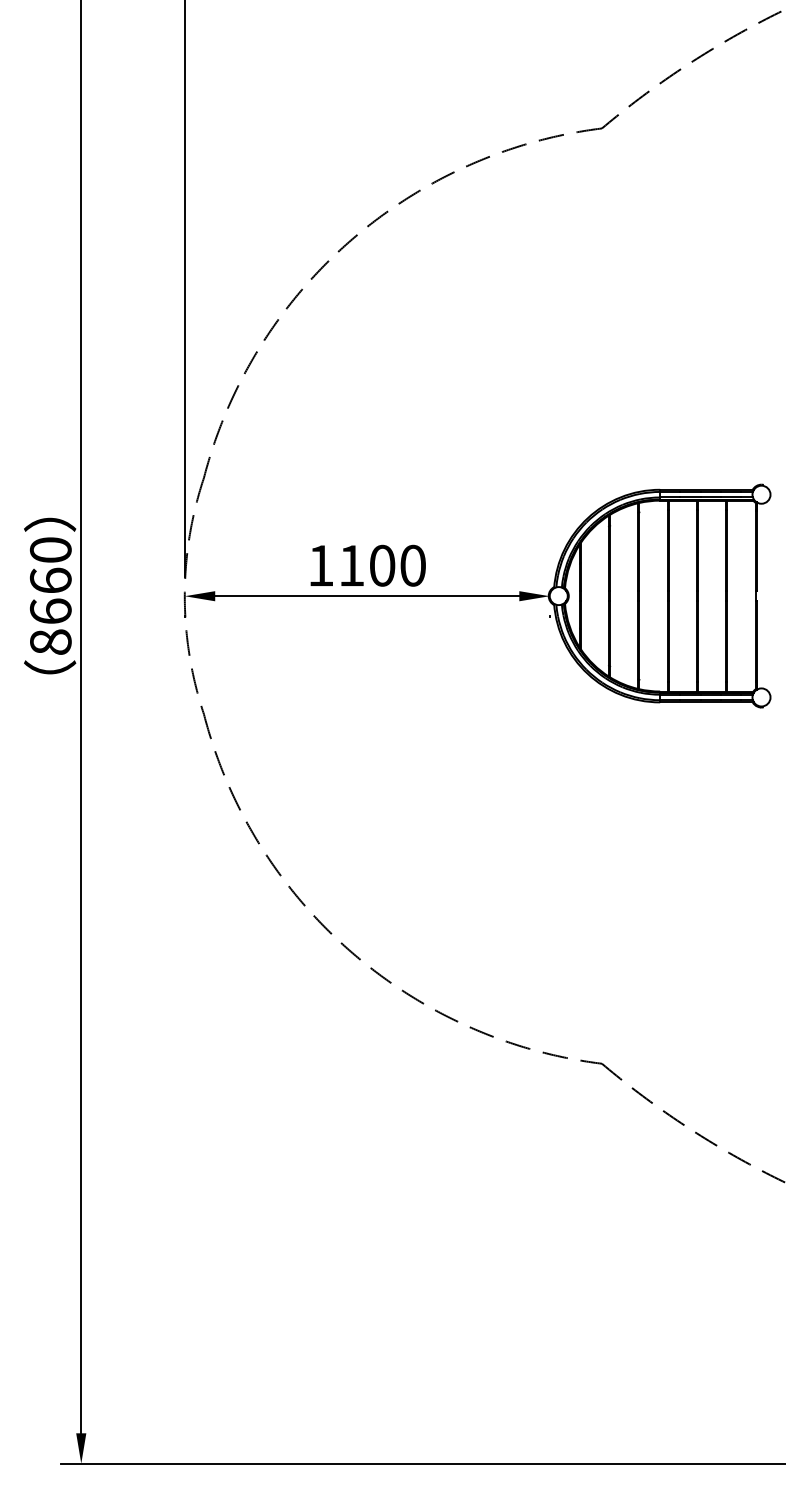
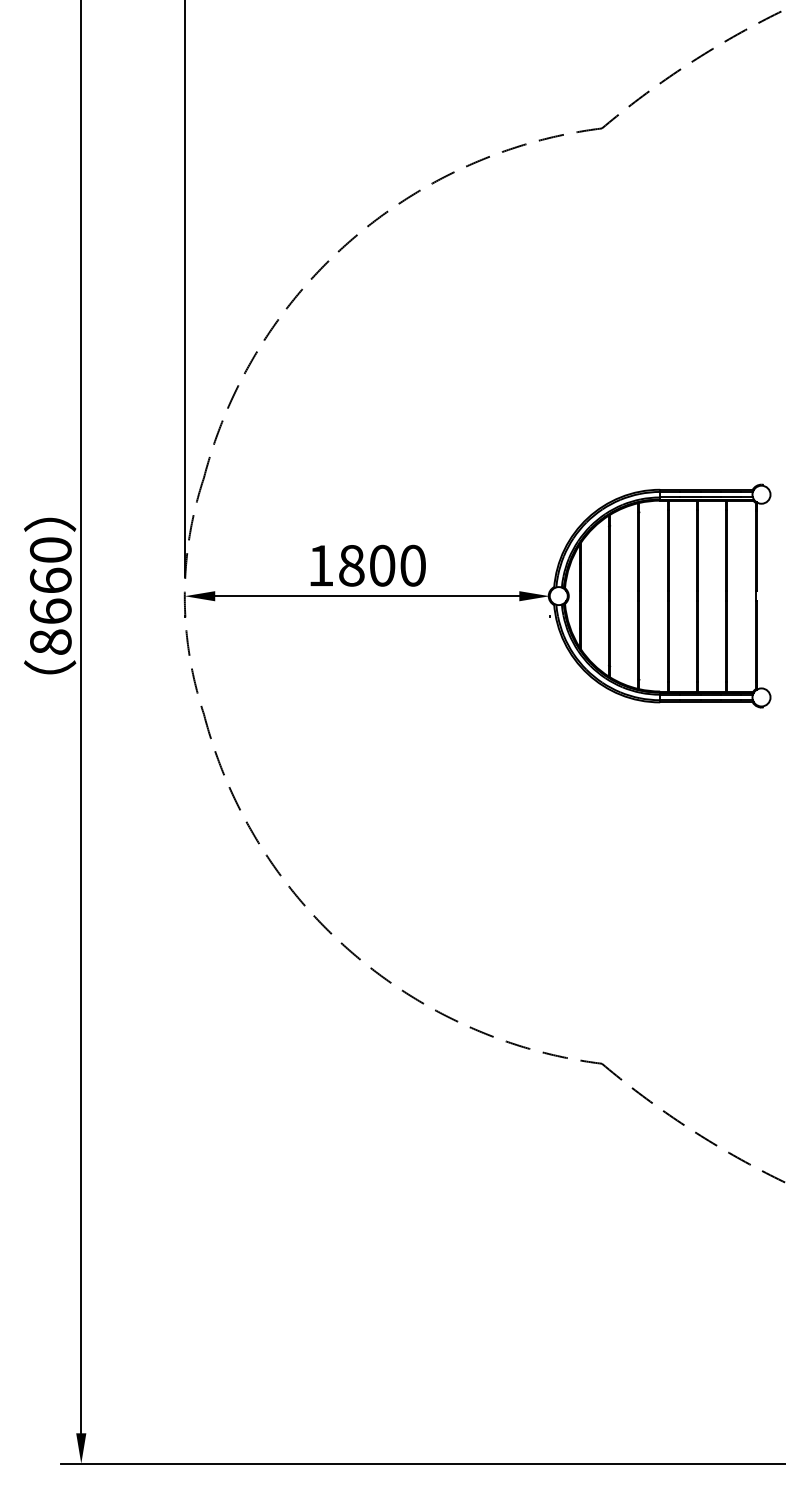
text at (351, 565): 1100 -> 1800
